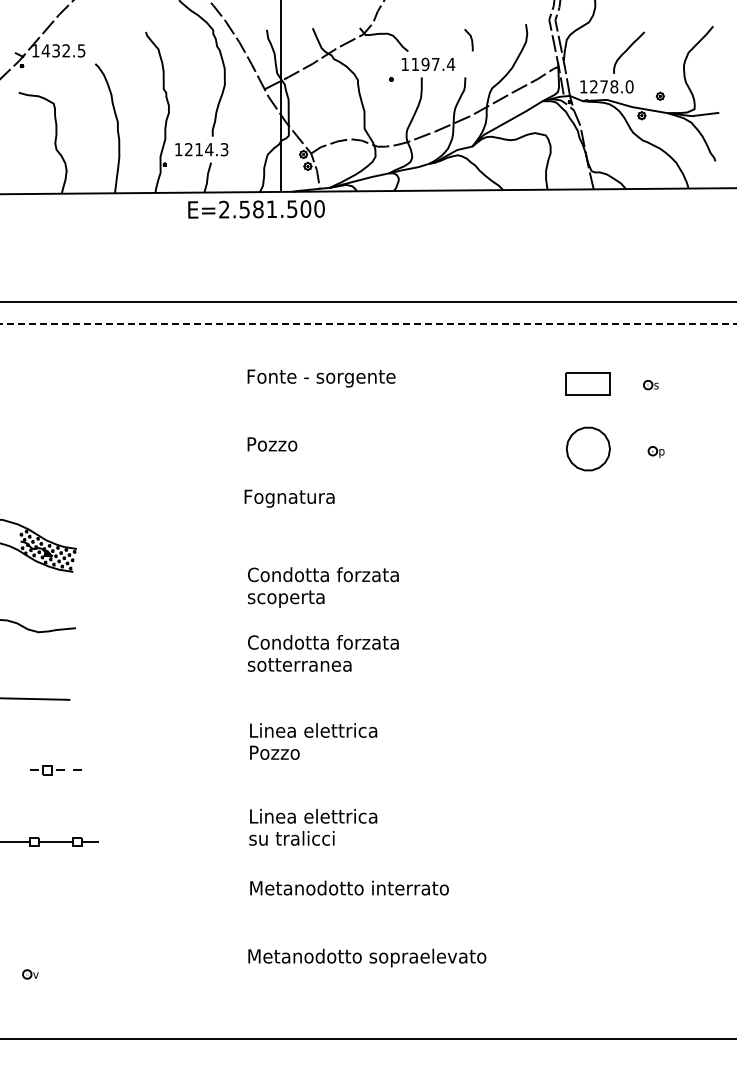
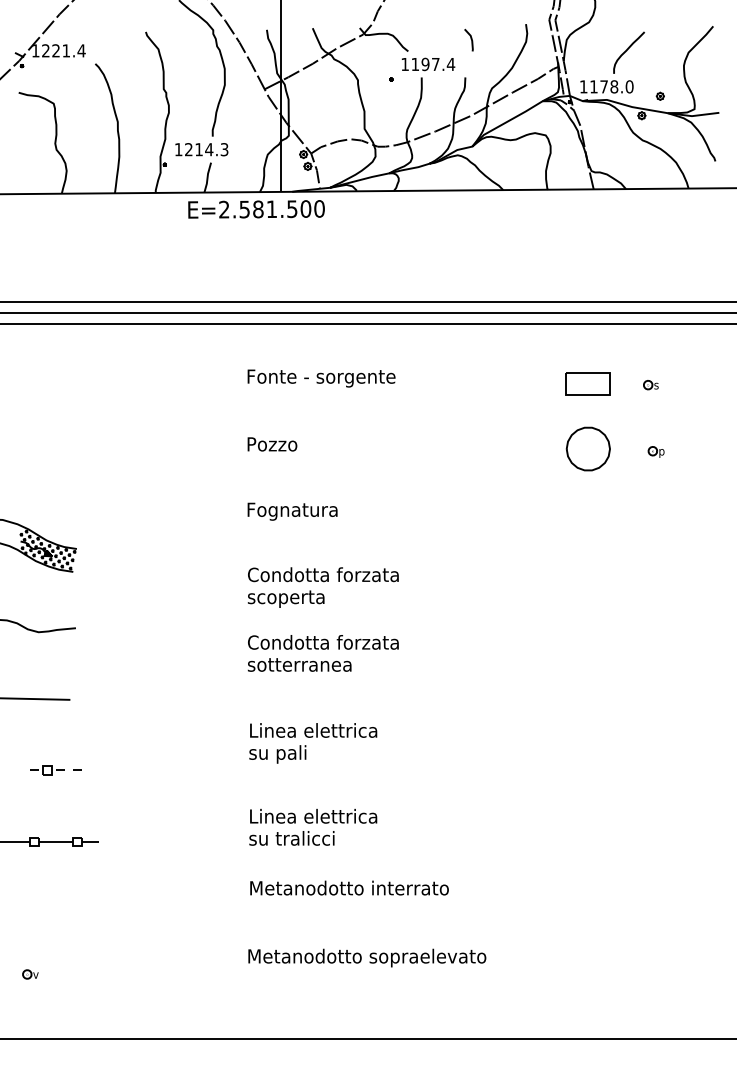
text at (63, 50): 1432.5 -> 1221.4
text at (593, 86): 1278.0 -> 1178.0
line at (367, 313): none -> present
line at (368, 324): dashed -> solid
text at (289, 498) position: (289, 498) -> (292, 511)
text at (277, 754): Pozzo -> su pali
